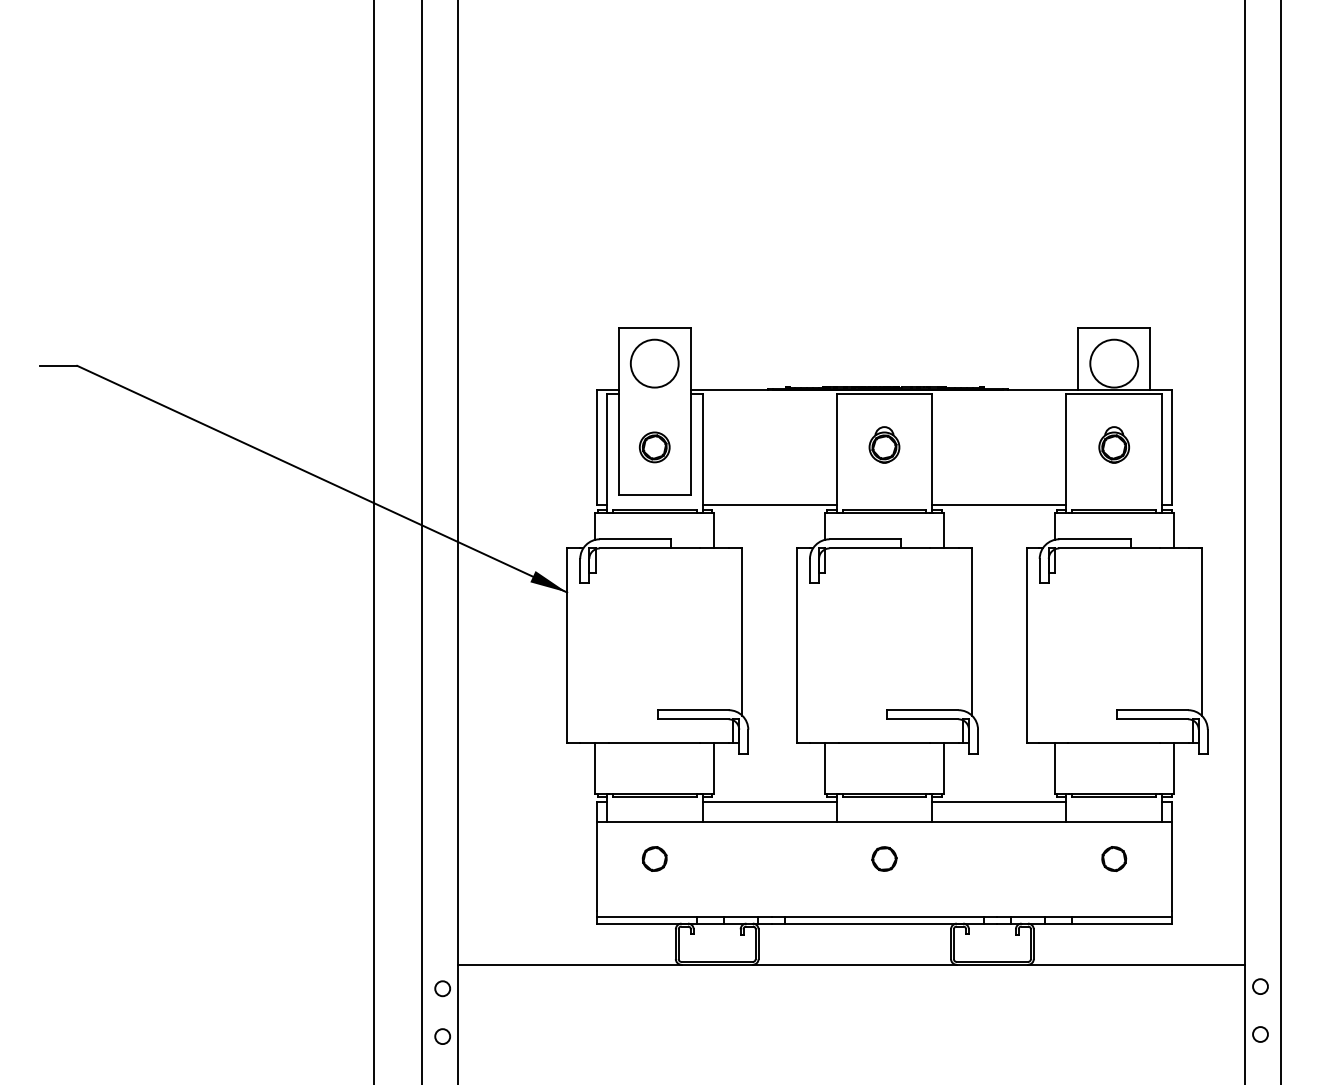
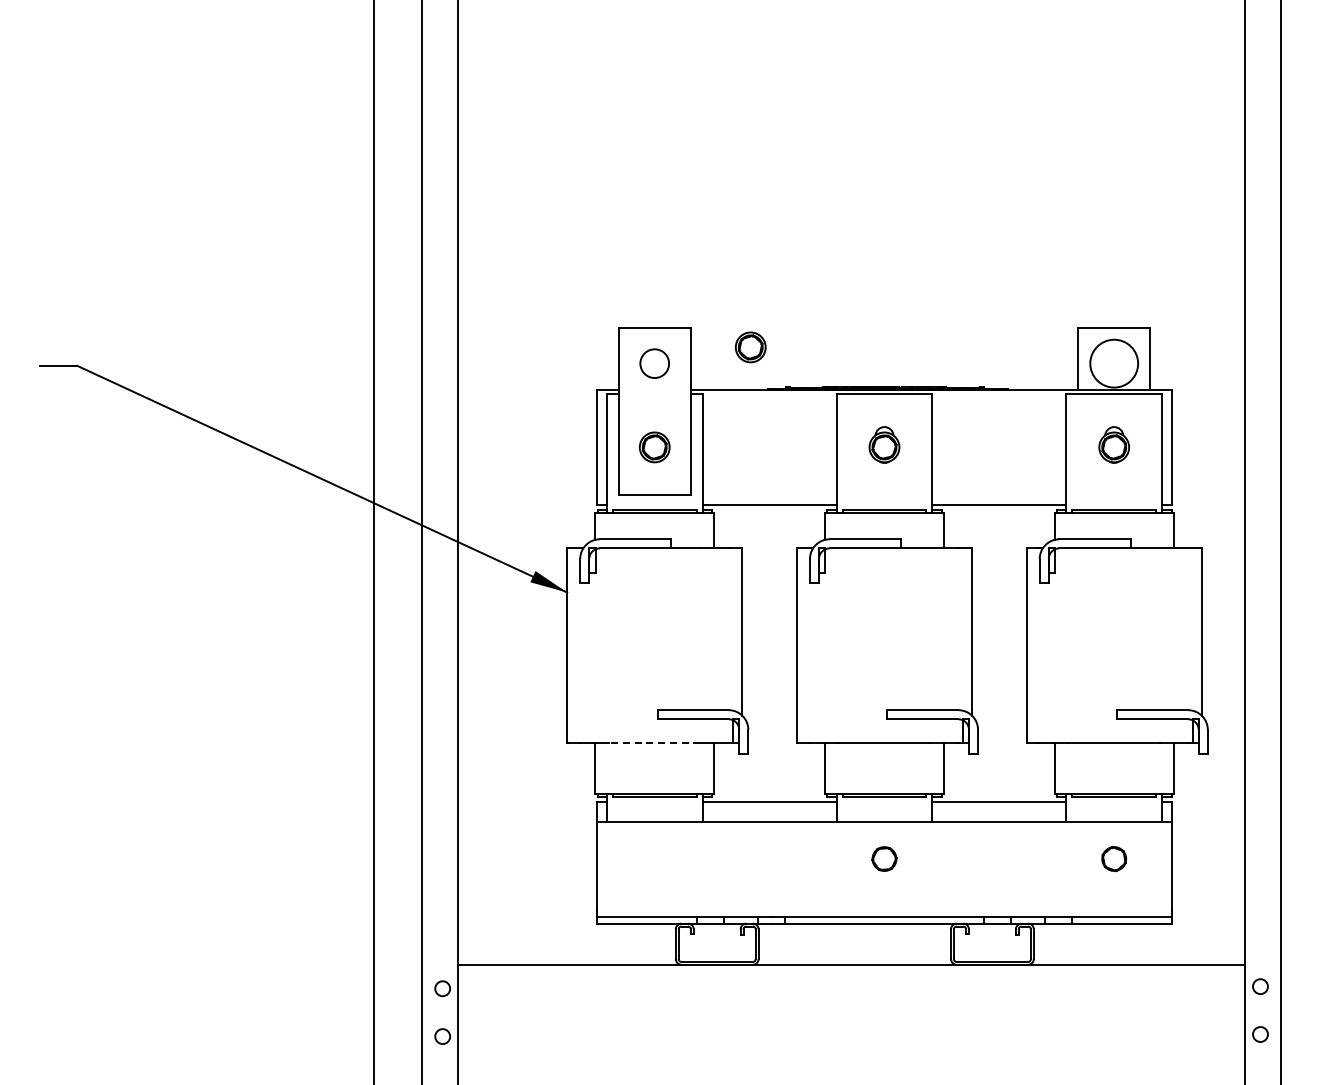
part at (750, 347): none -> present
circle at (654, 363) diameter: 48 px -> 29 px
line at (654, 743): solid -> dashed
part at (654, 858): present -> none
